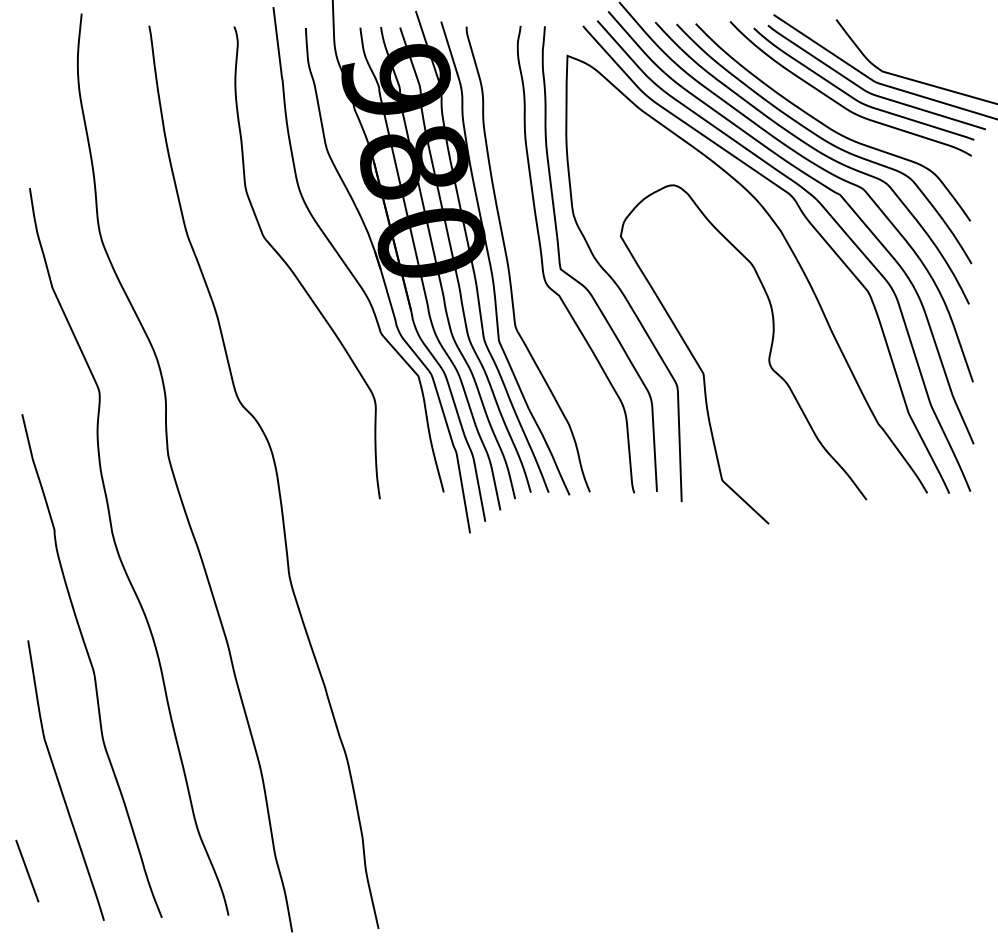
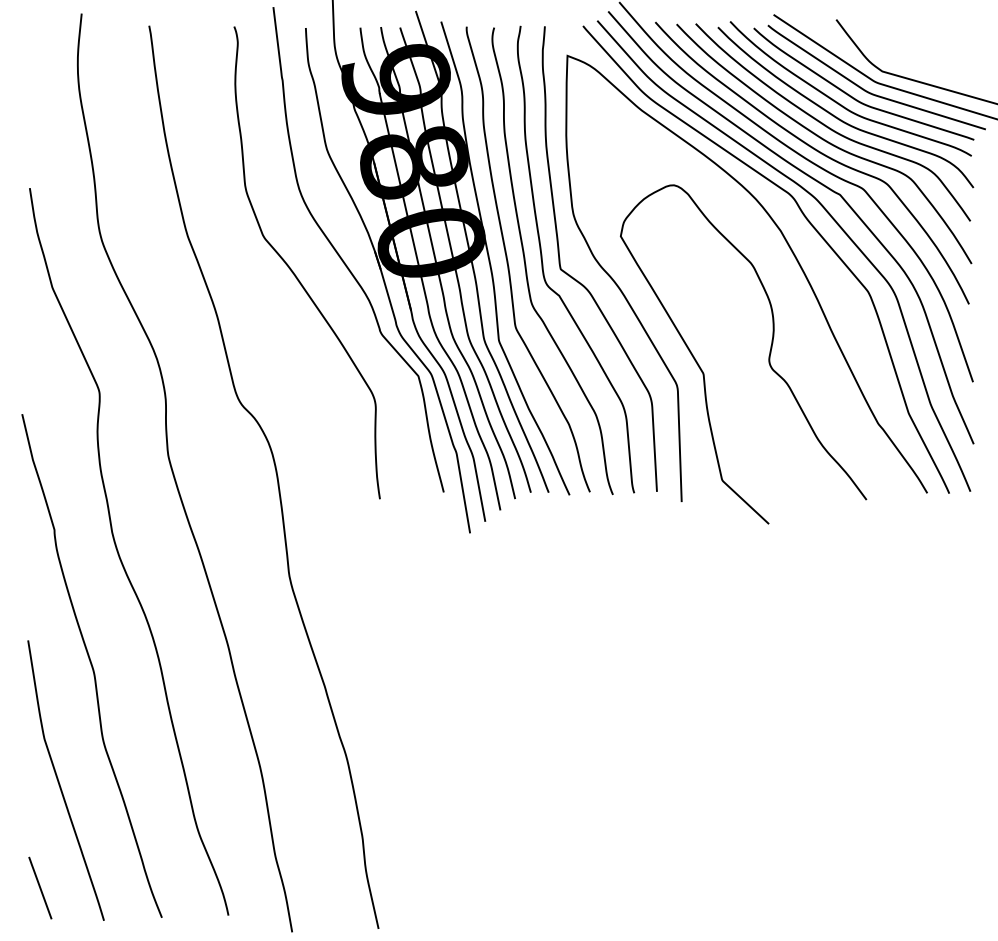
curve at (838, 117): none -> present
curve at (526, 264): none -> present
line at (27, 870) position: (27, 870) -> (40, 887)
